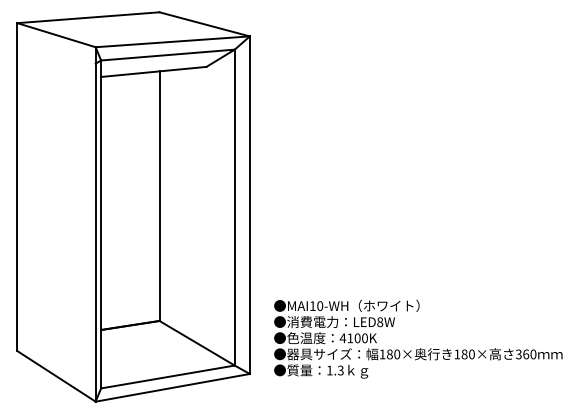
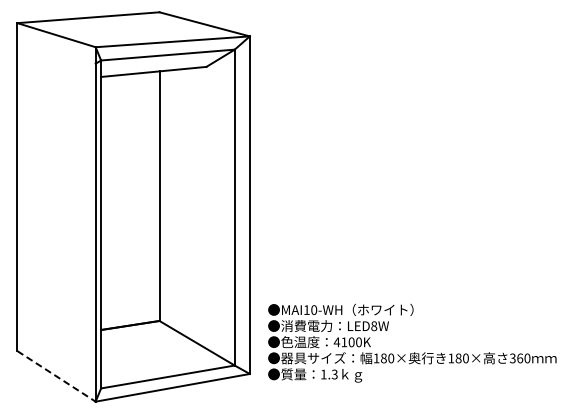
text at (418, 338) position: (418, 338) -> (412, 342)
line at (56, 376): solid -> dashed
